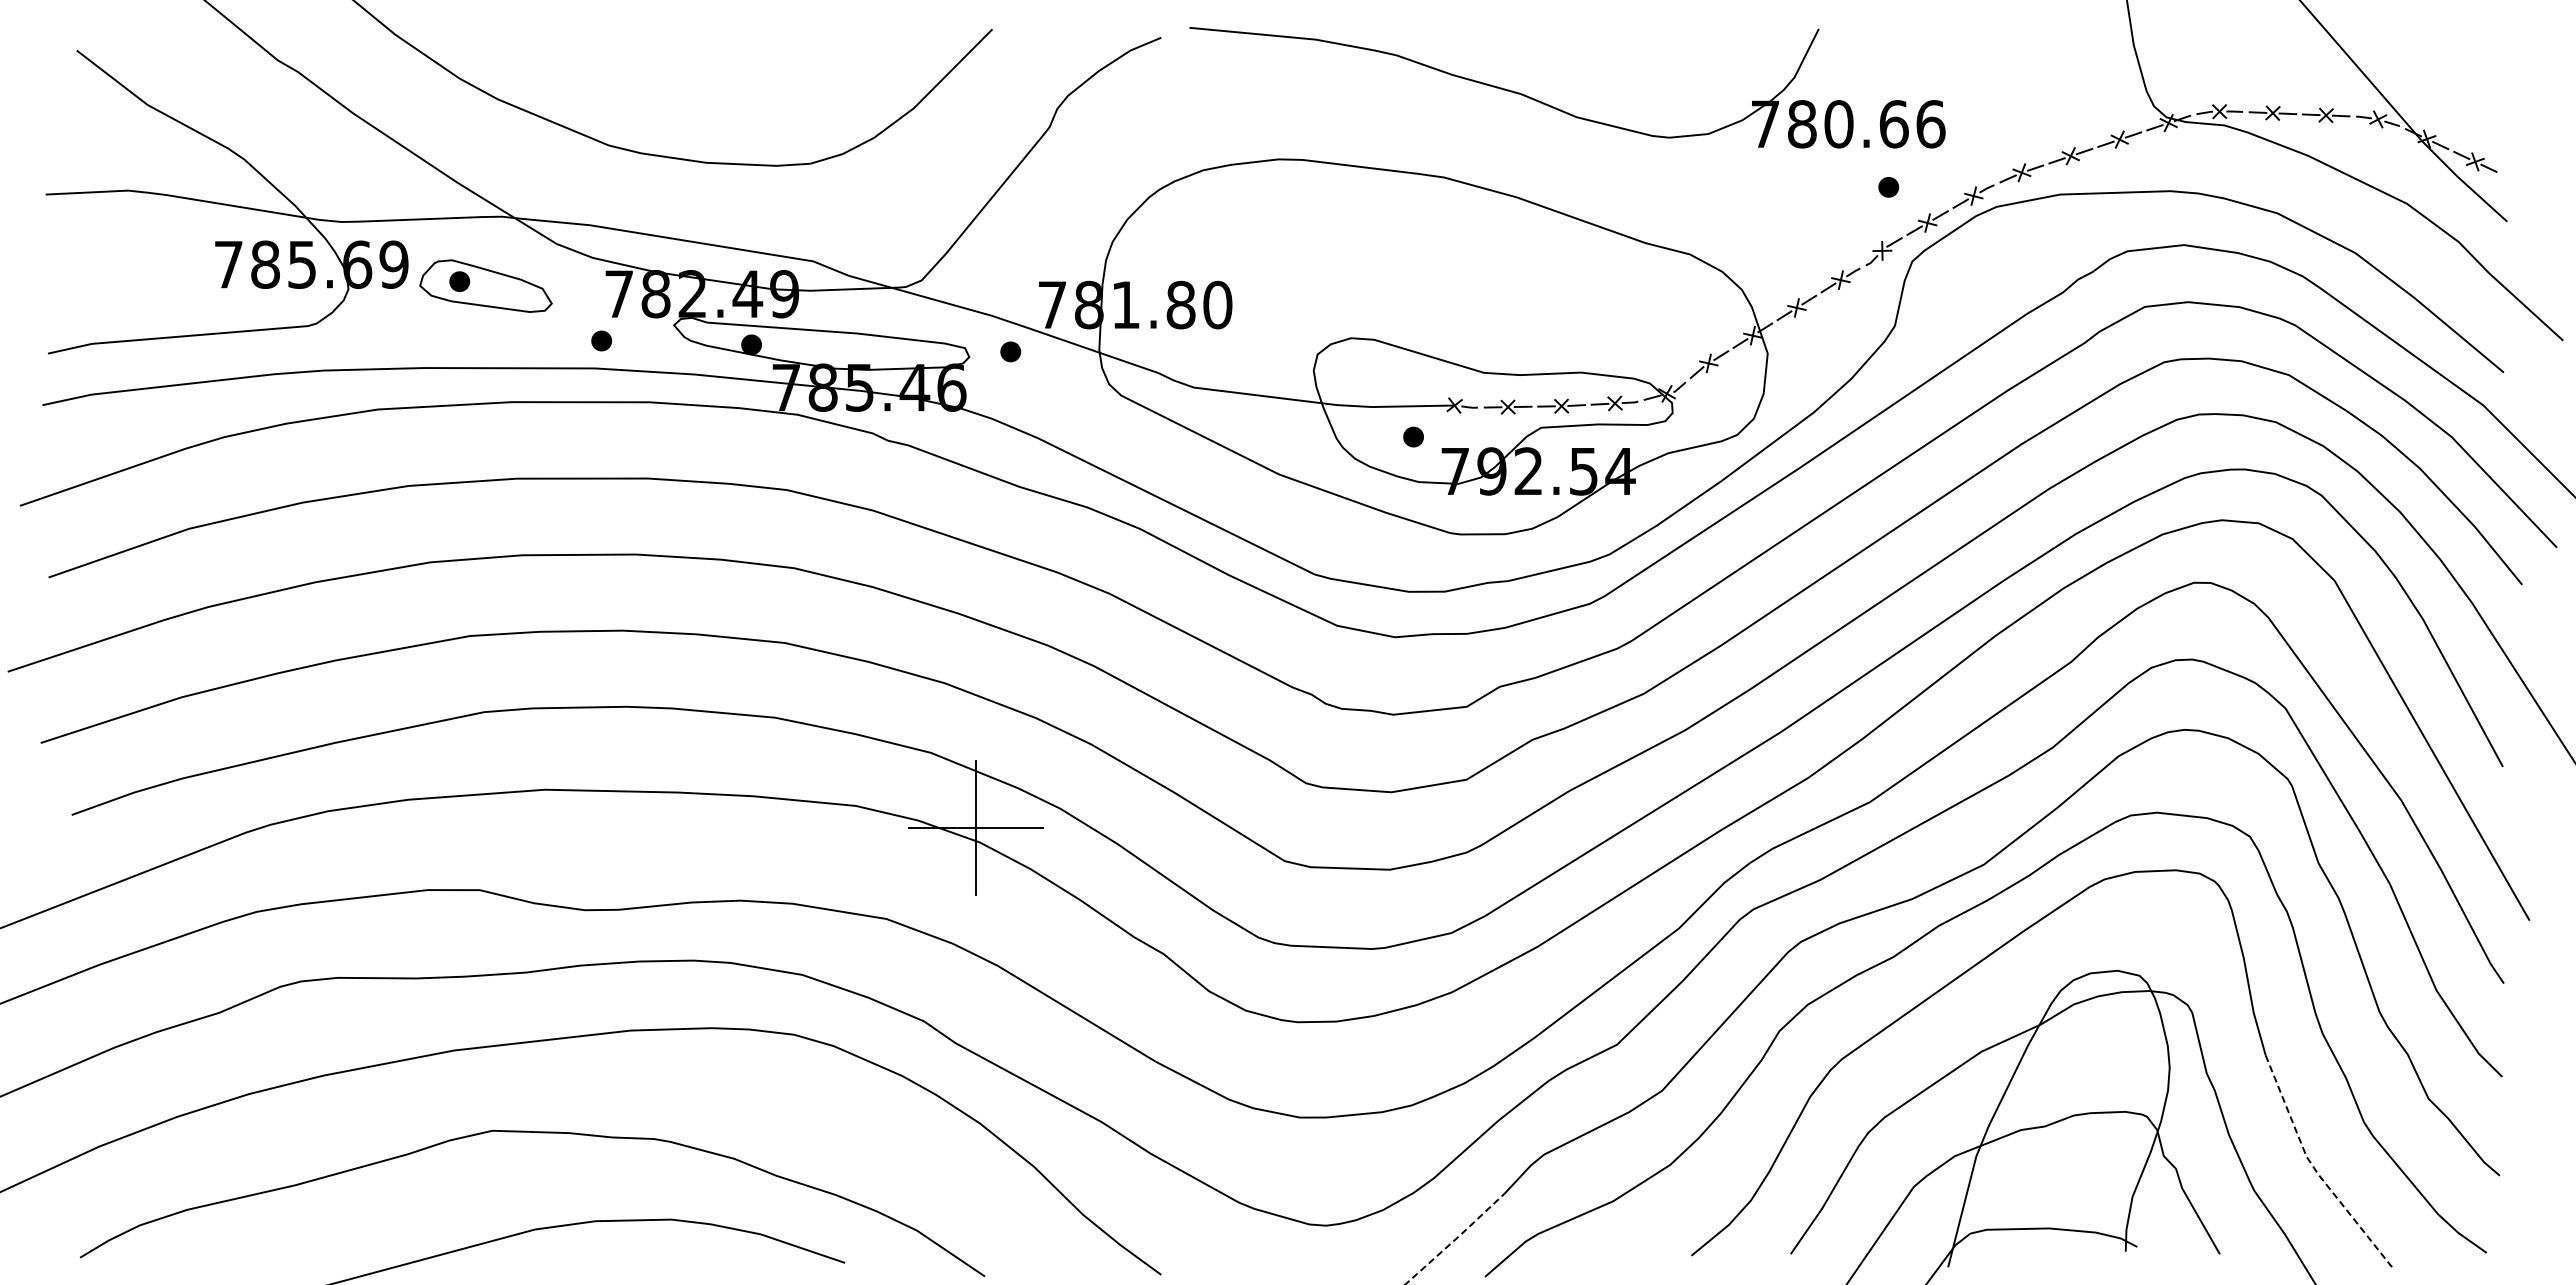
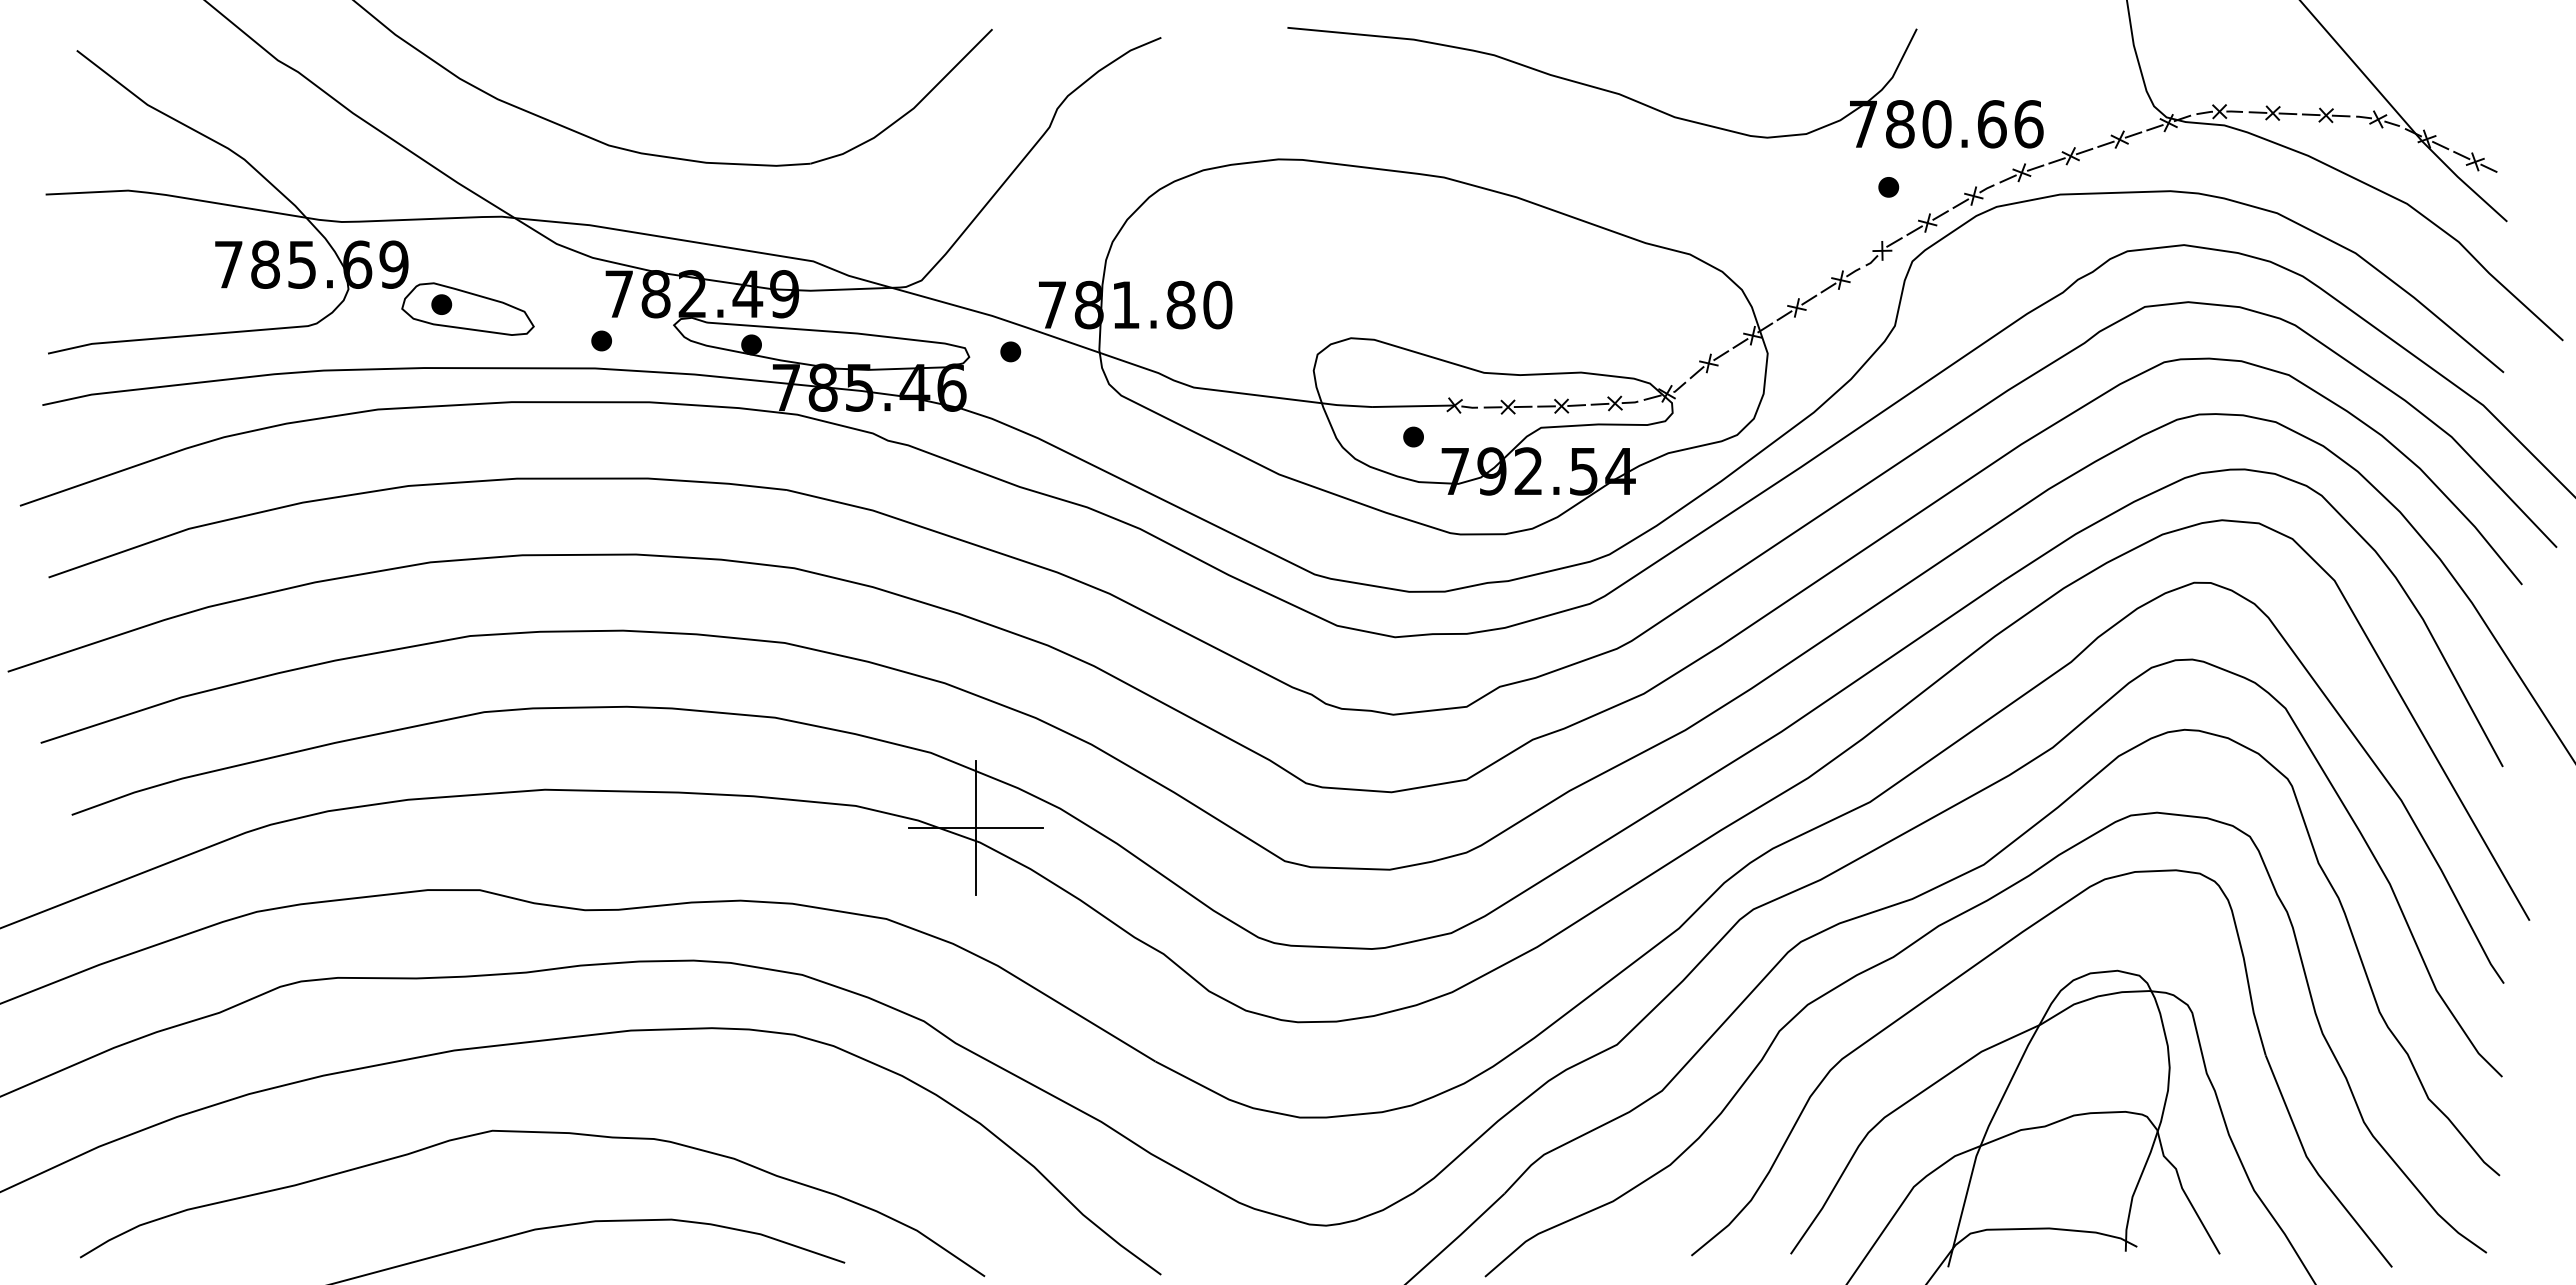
part at (1561, 109) position: (1561, 109) -> (1659, 109)
part at (485, 285) position: (485, 285) -> (467, 308)
line at (2315, 1169): dashed -> solid
line at (1455, 1239): dashed -> solid
